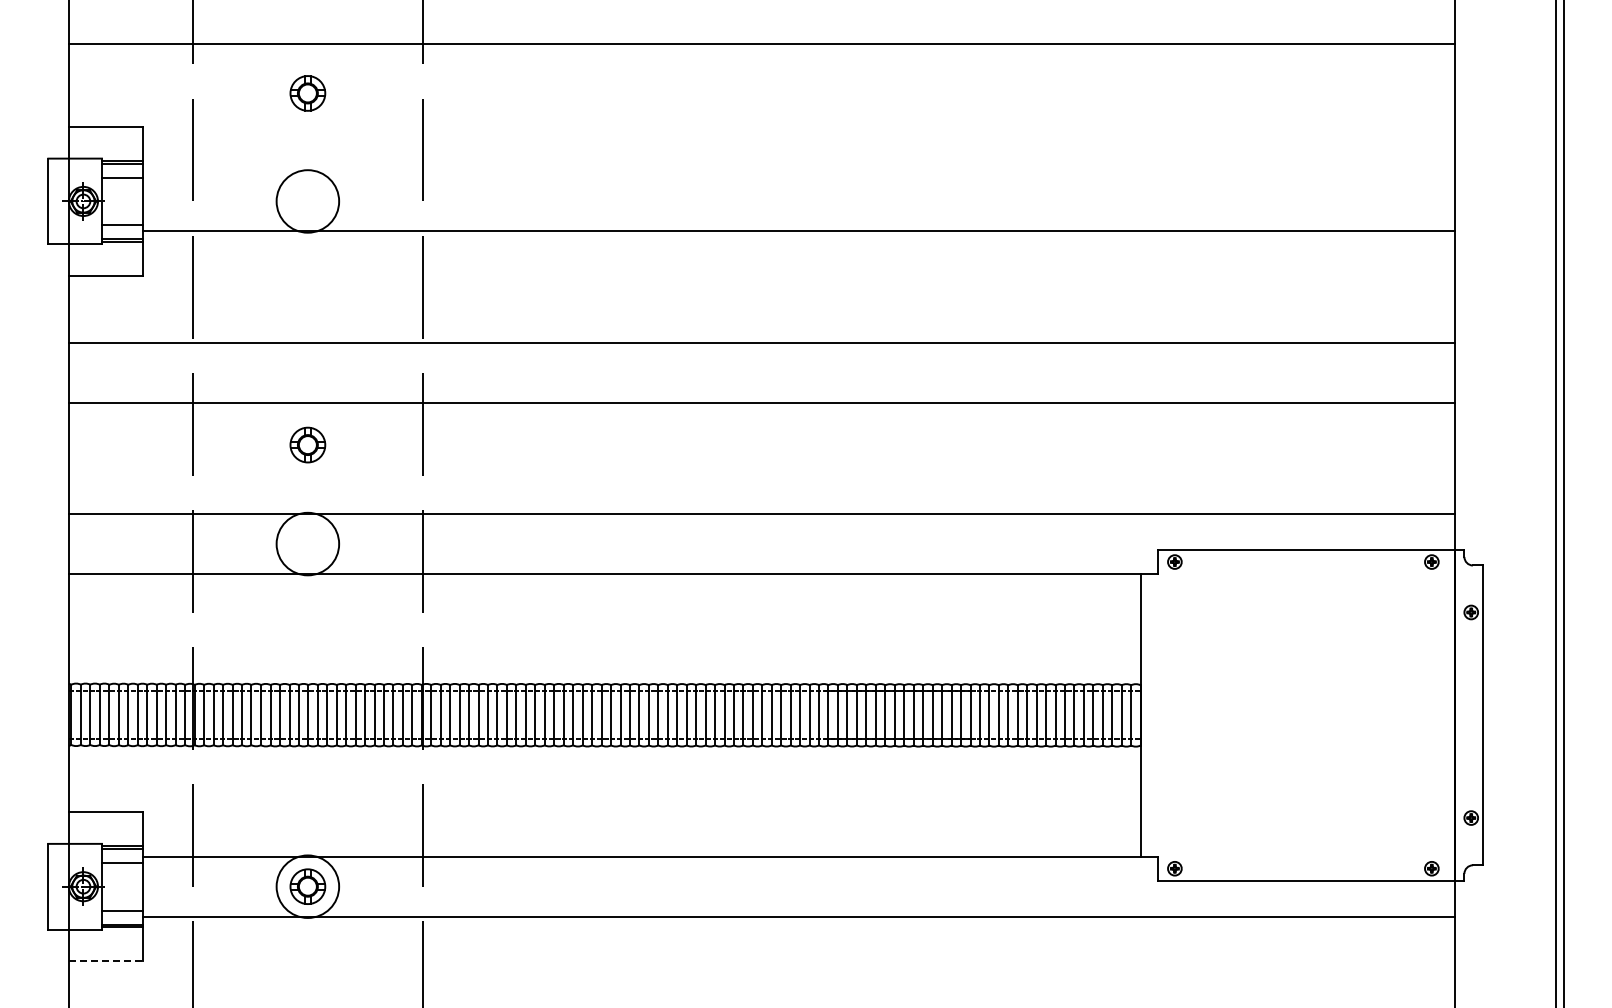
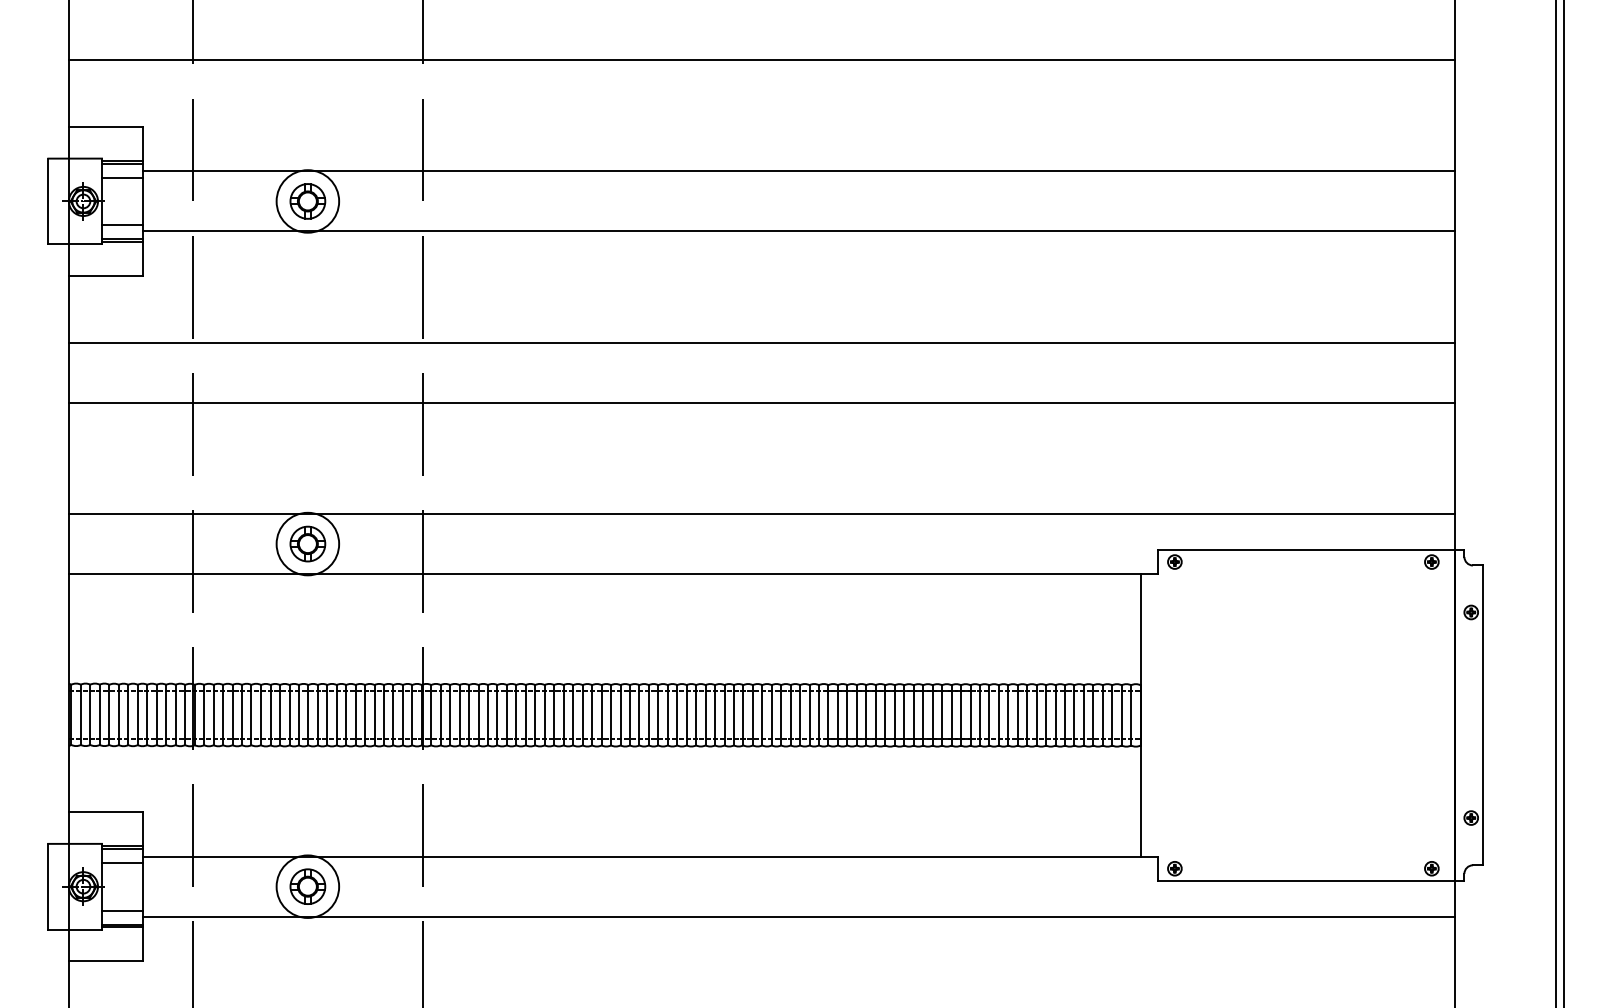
line at (761, 44) position: (761, 44) -> (761, 60)
part at (307, 93) position: (307, 93) -> (307, 201)
line at (798, 171): none -> present
part at (307, 444) position: (307, 444) -> (307, 543)
line at (106, 961): dashed -> solid
